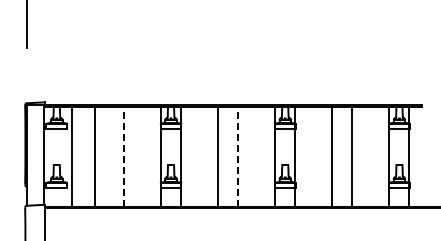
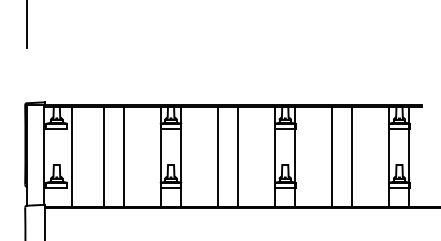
line at (94, 156) position: (94, 156) -> (103, 156)
line at (123, 156): dashed -> solid
line at (238, 156): dashed -> solid
